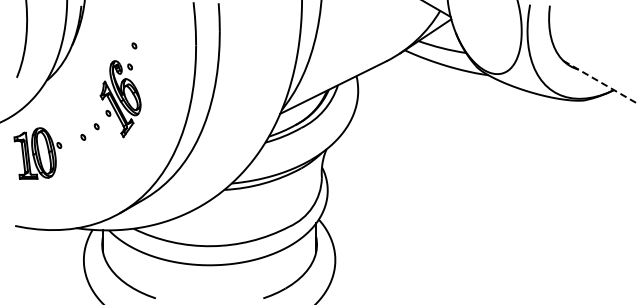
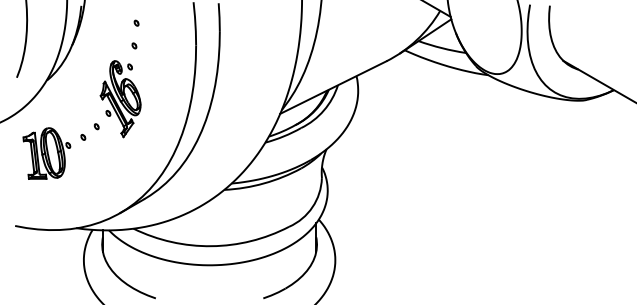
part at (136, 22): none -> present
line at (600, 82): dashed -> solid
part at (37, 153) position: (37, 153) -> (46, 153)
